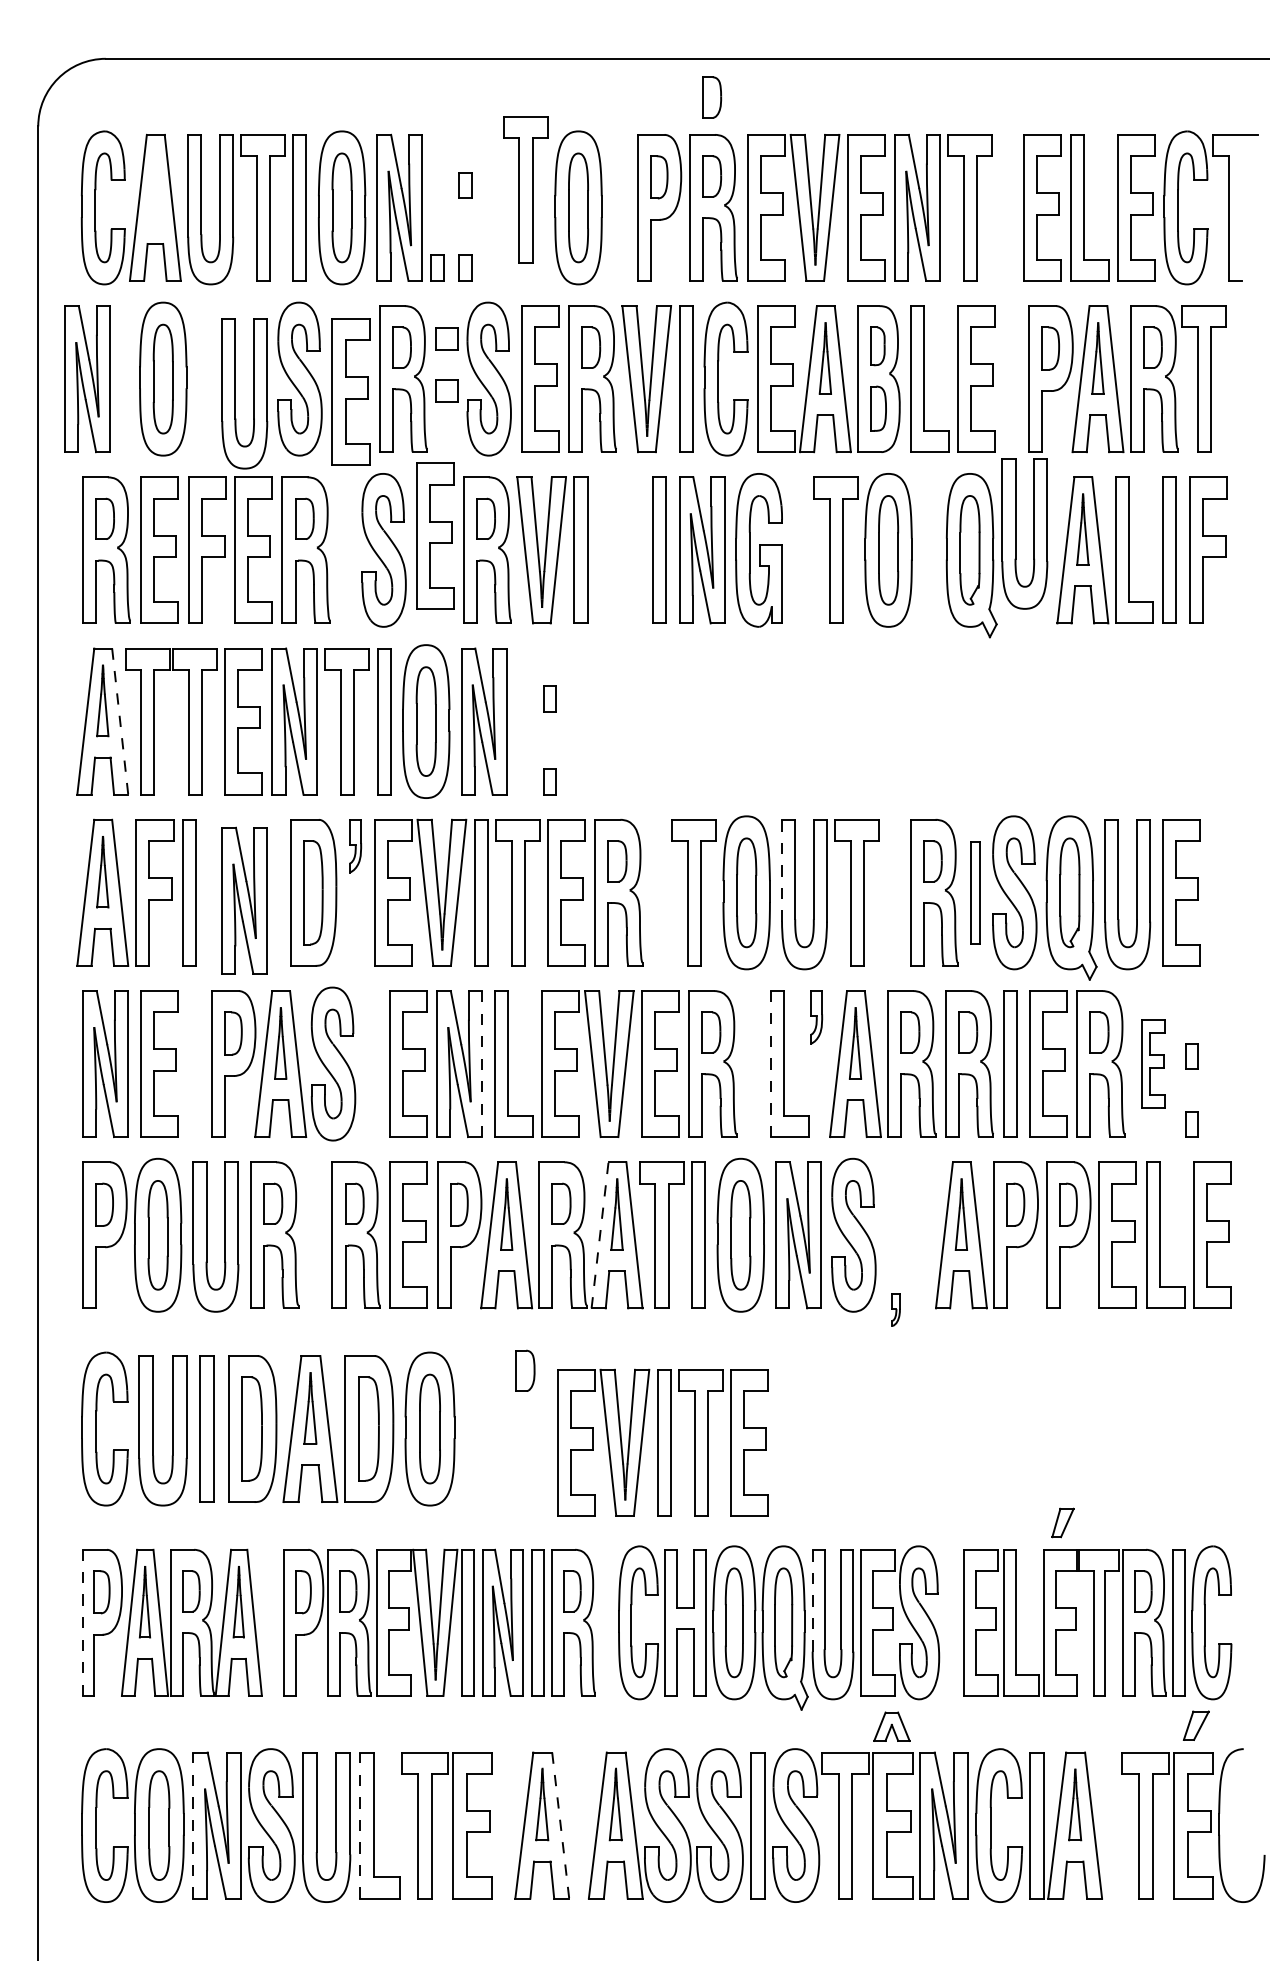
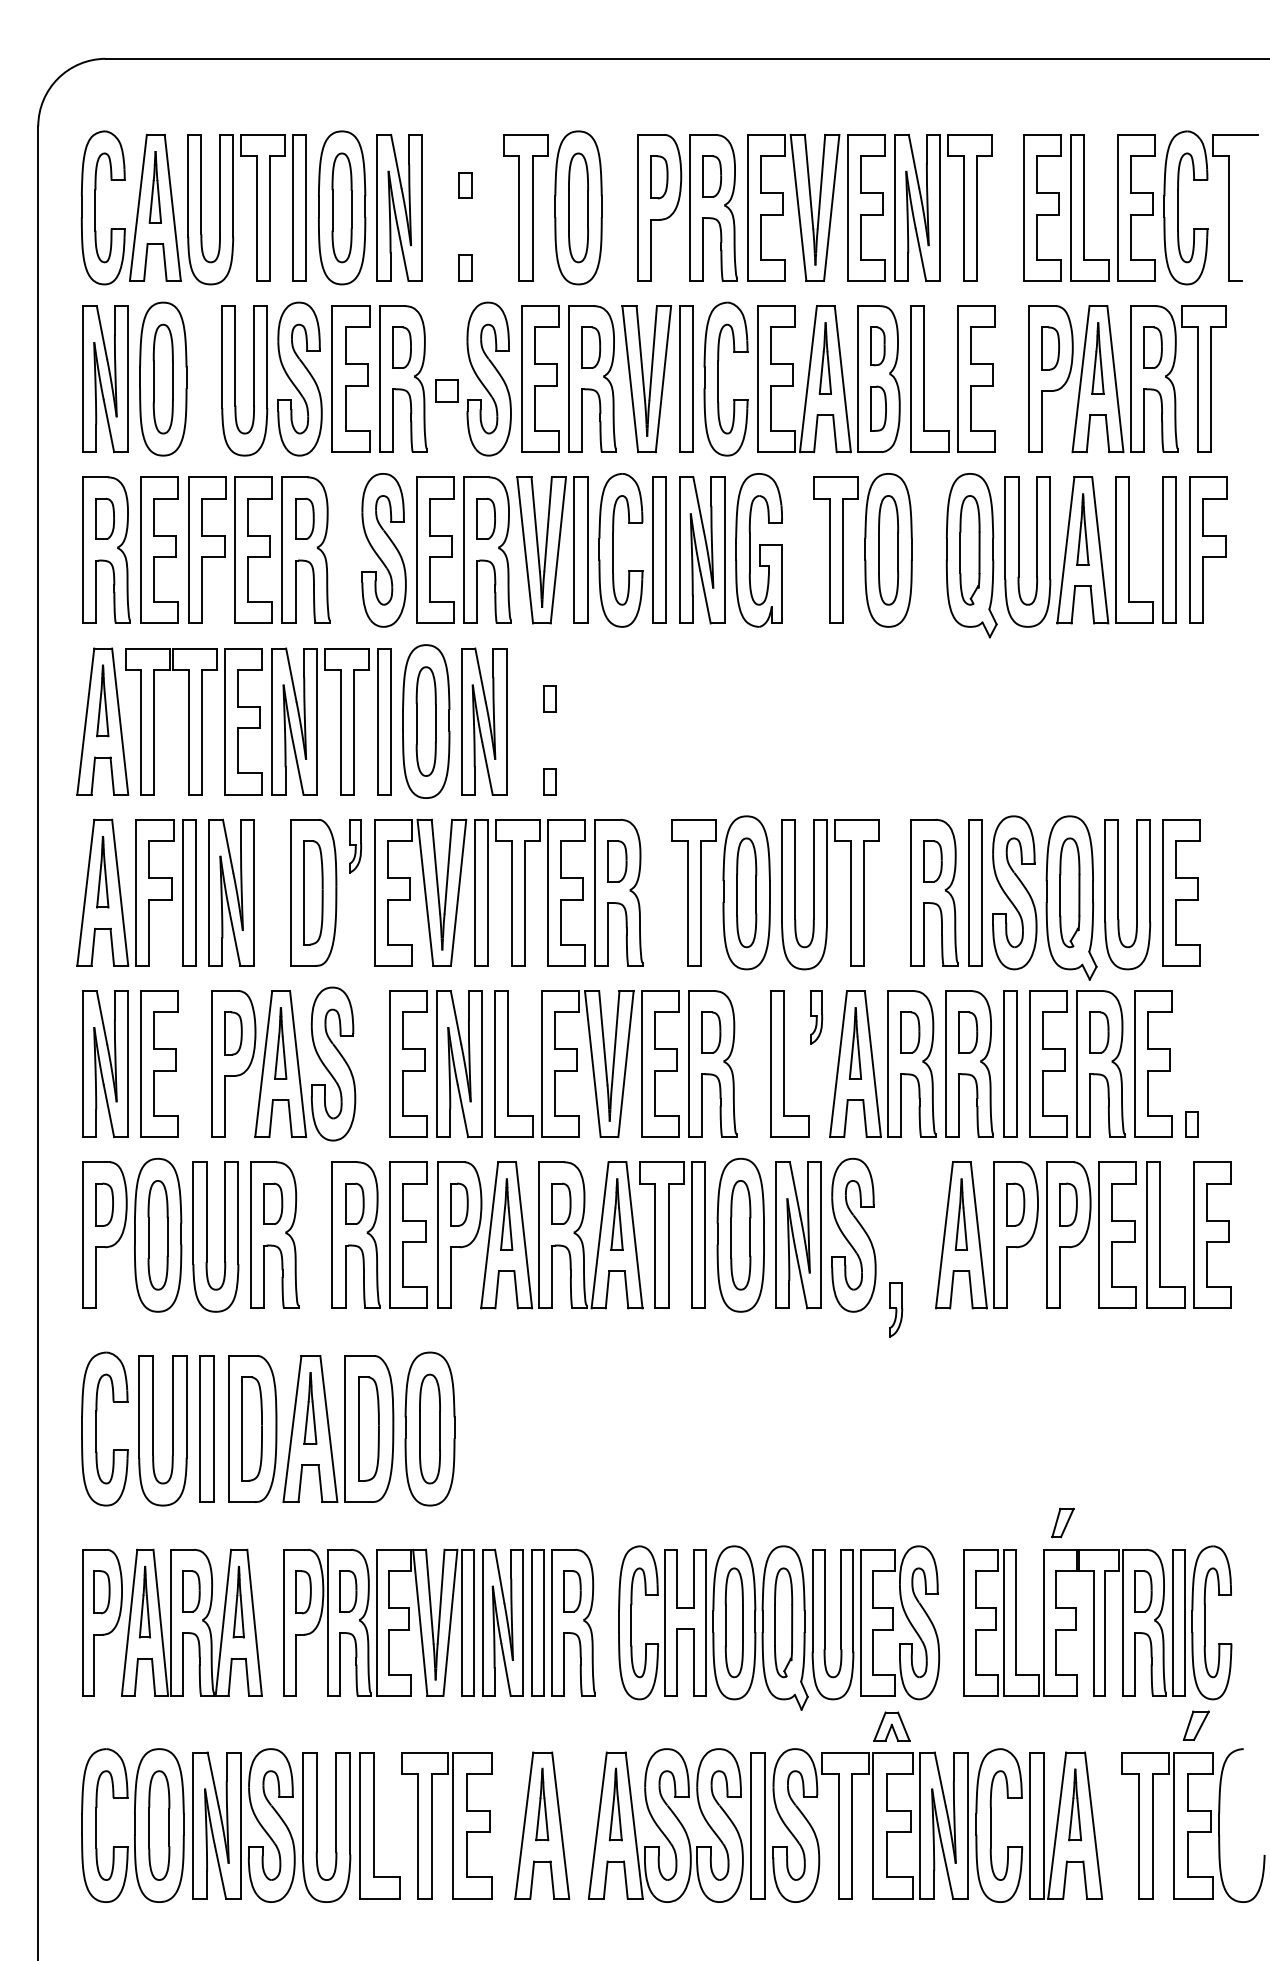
part at (712, 97): present -> none
part at (154, 187): none -> present
part at (525, 189) position: (525, 189) -> (525, 207)
part at (437, 267): present -> none
part at (446, 338): present -> none
part at (87, 379) position: (87, 379) -> (105, 379)
part at (350, 391) position: (350, 391) -> (350, 378)
part at (235, 393) position: (235, 393) -> (235, 380)
part at (1016, 533) position: (1016, 533) -> (1019, 551)
part at (435, 535) position: (435, 535) -> (435, 549)
part at (613, 550): none -> present
line at (120, 722): dashed -> solid
line at (782, 870): dashed -> solid
part at (975, 892) size: 11x104 px -> 15x148 px
part at (244, 900) position: (244, 900) -> (231, 892)
part at (1191, 1056): present -> none
line at (770, 1063): dashed -> solid
part at (1153, 1063) size: 25x90 px -> 39x148 px
line at (482, 1064): dashed -> solid
line at (600, 1235): dashed -> solid
part at (895, 1309) size: 10x34 px -> 15x56 px
part at (525, 1370): present -> none
part at (662, 1442): present -> none
line at (812, 1600): dashed -> solid
line at (82, 1622): dashed -> solid
line at (193, 1825): dashed -> solid
line at (360, 1825): dashed -> solid
line at (560, 1825): dashed -> solid
